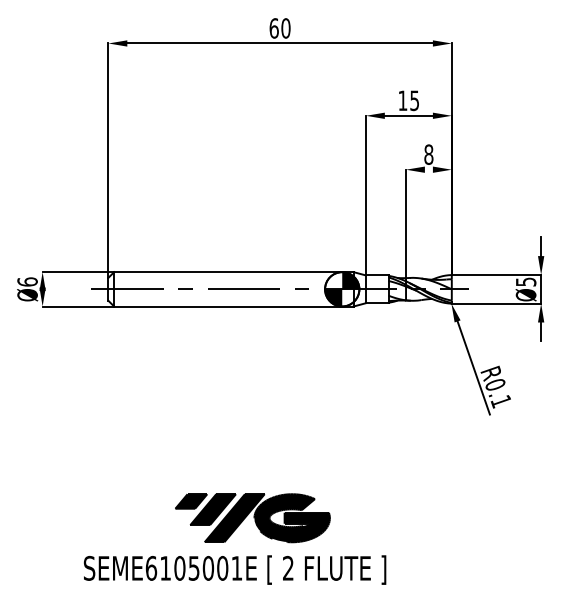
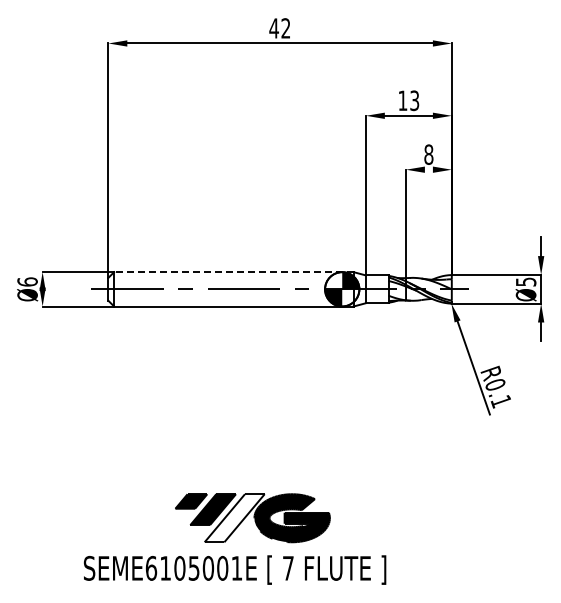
text at (279, 28): 60 -> 42
text at (414, 100): 15 -> 13
line at (233, 272): solid -> dashed
fill at (234, 518): present -> none
text at (288, 567): 2 -> 7
